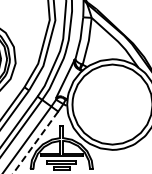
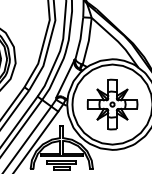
part at (112, 104): none -> present
line at (35, 143): dashed -> solid
